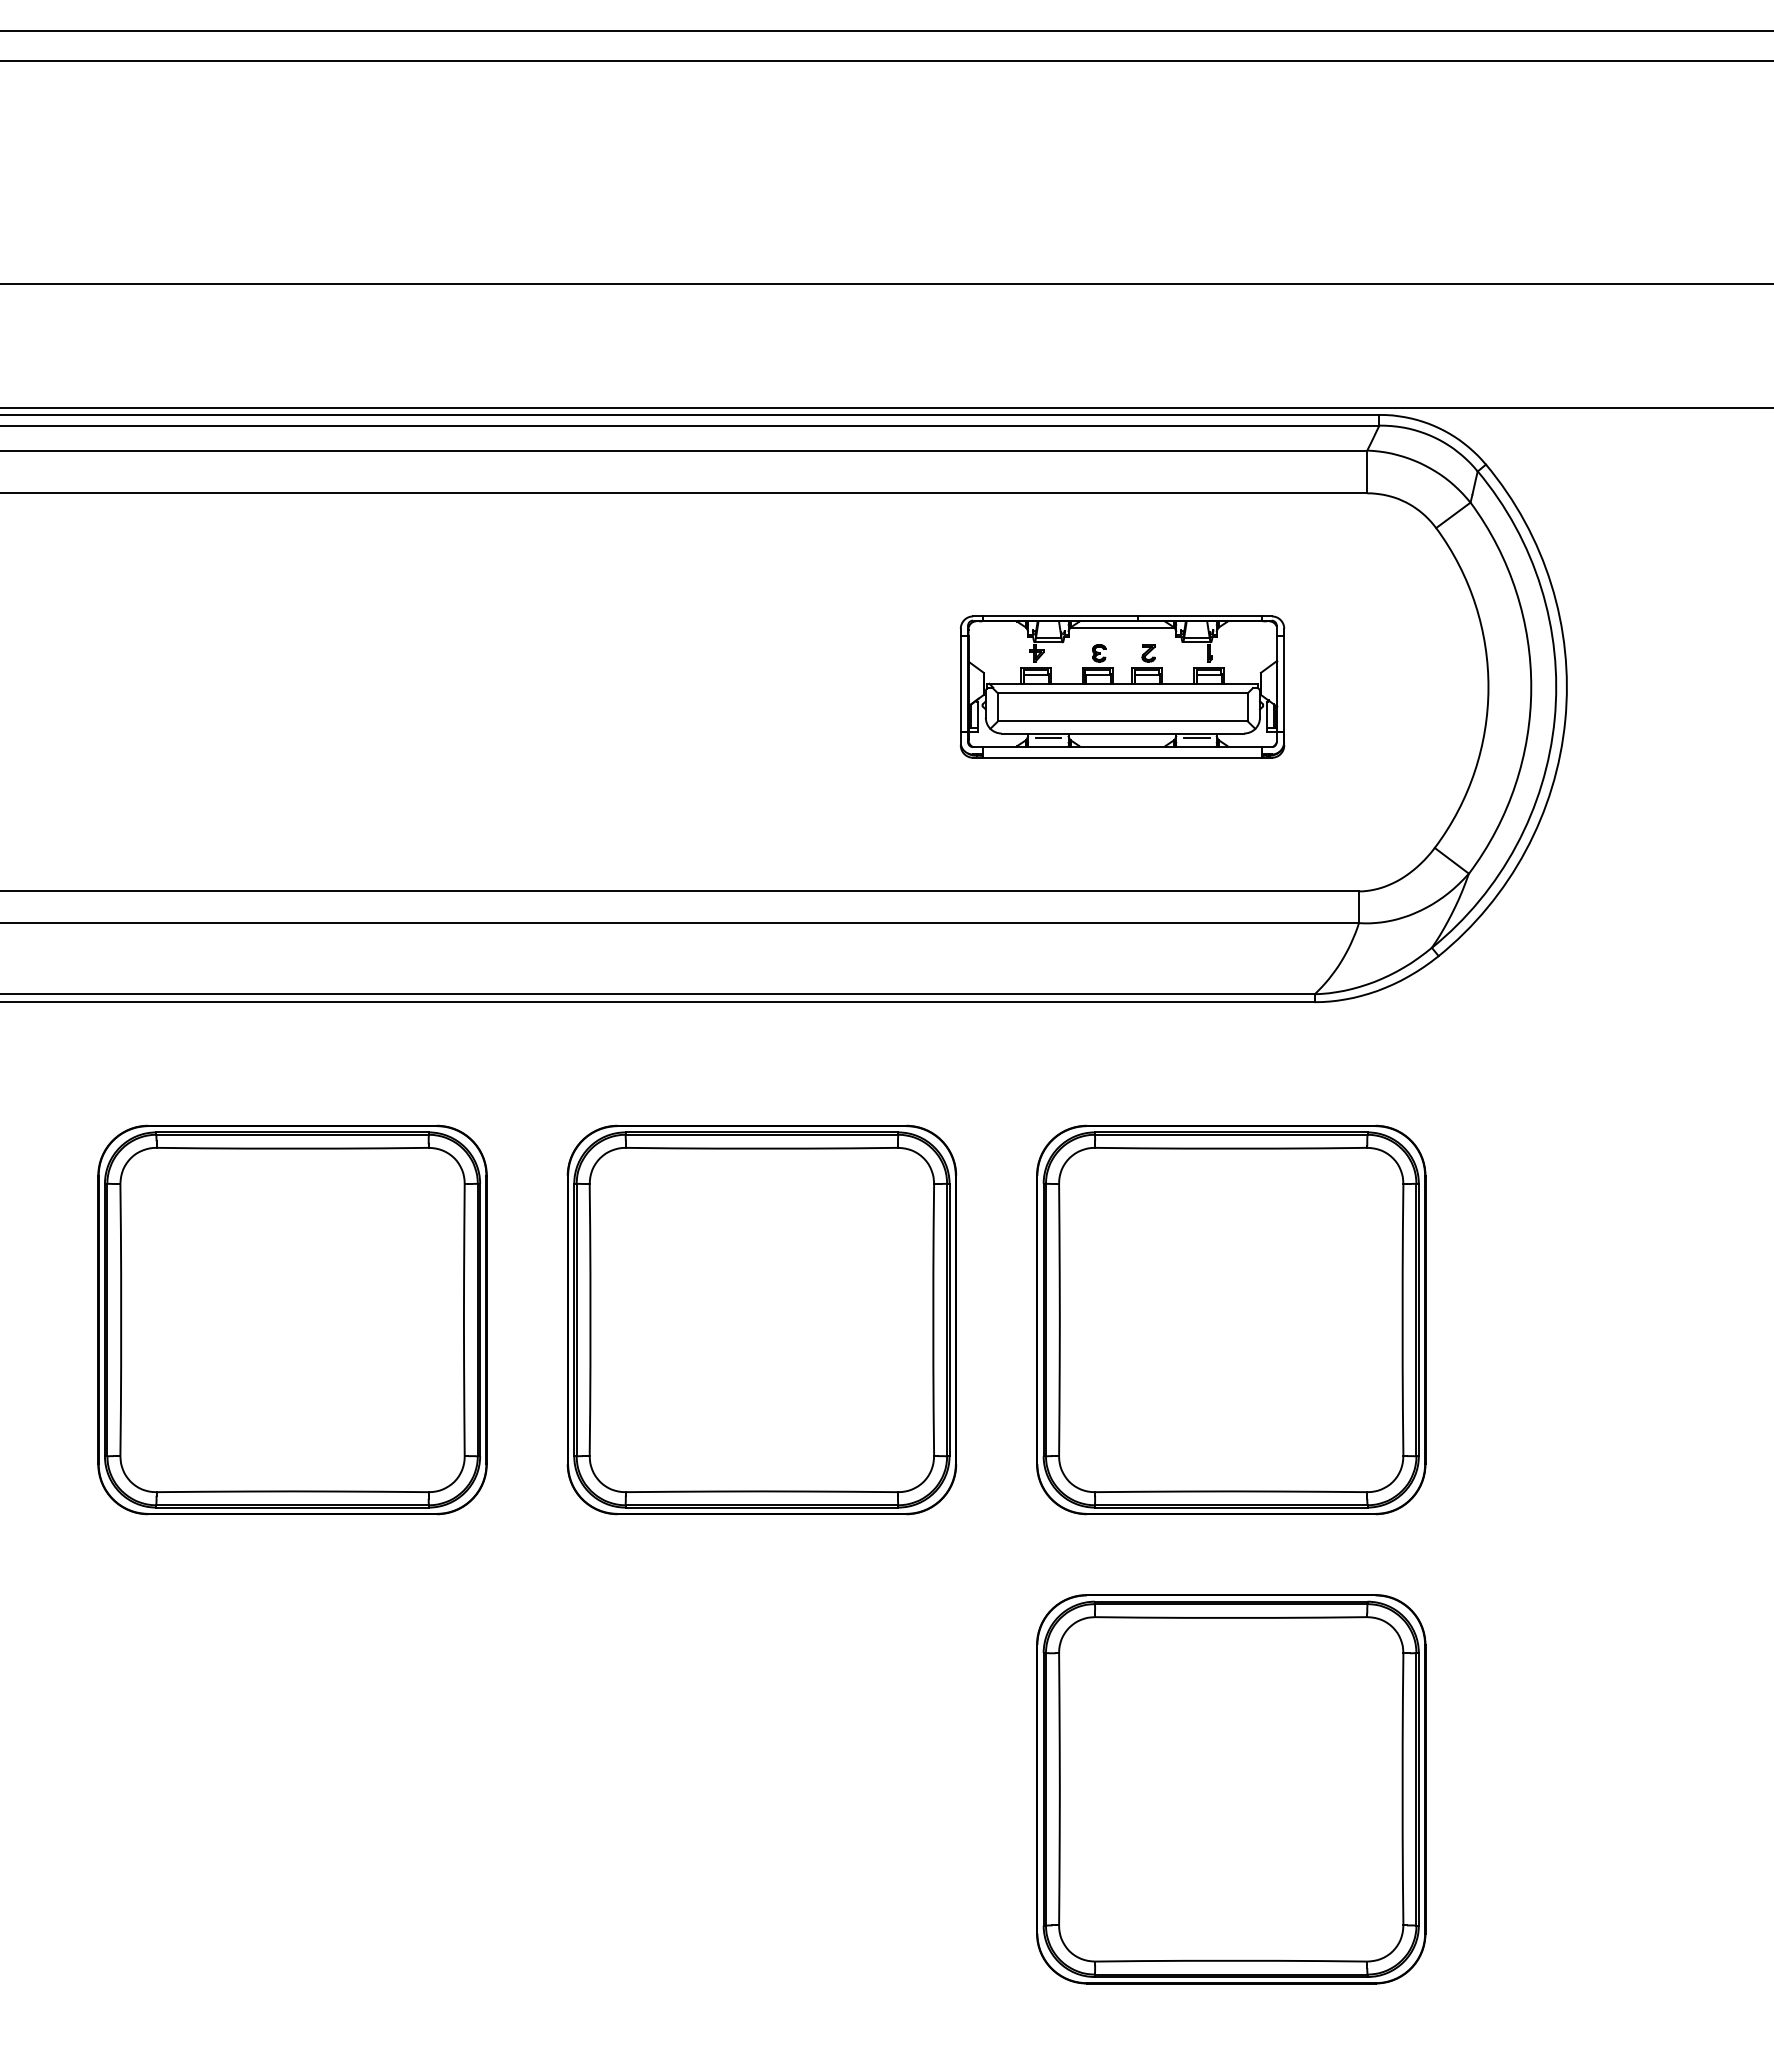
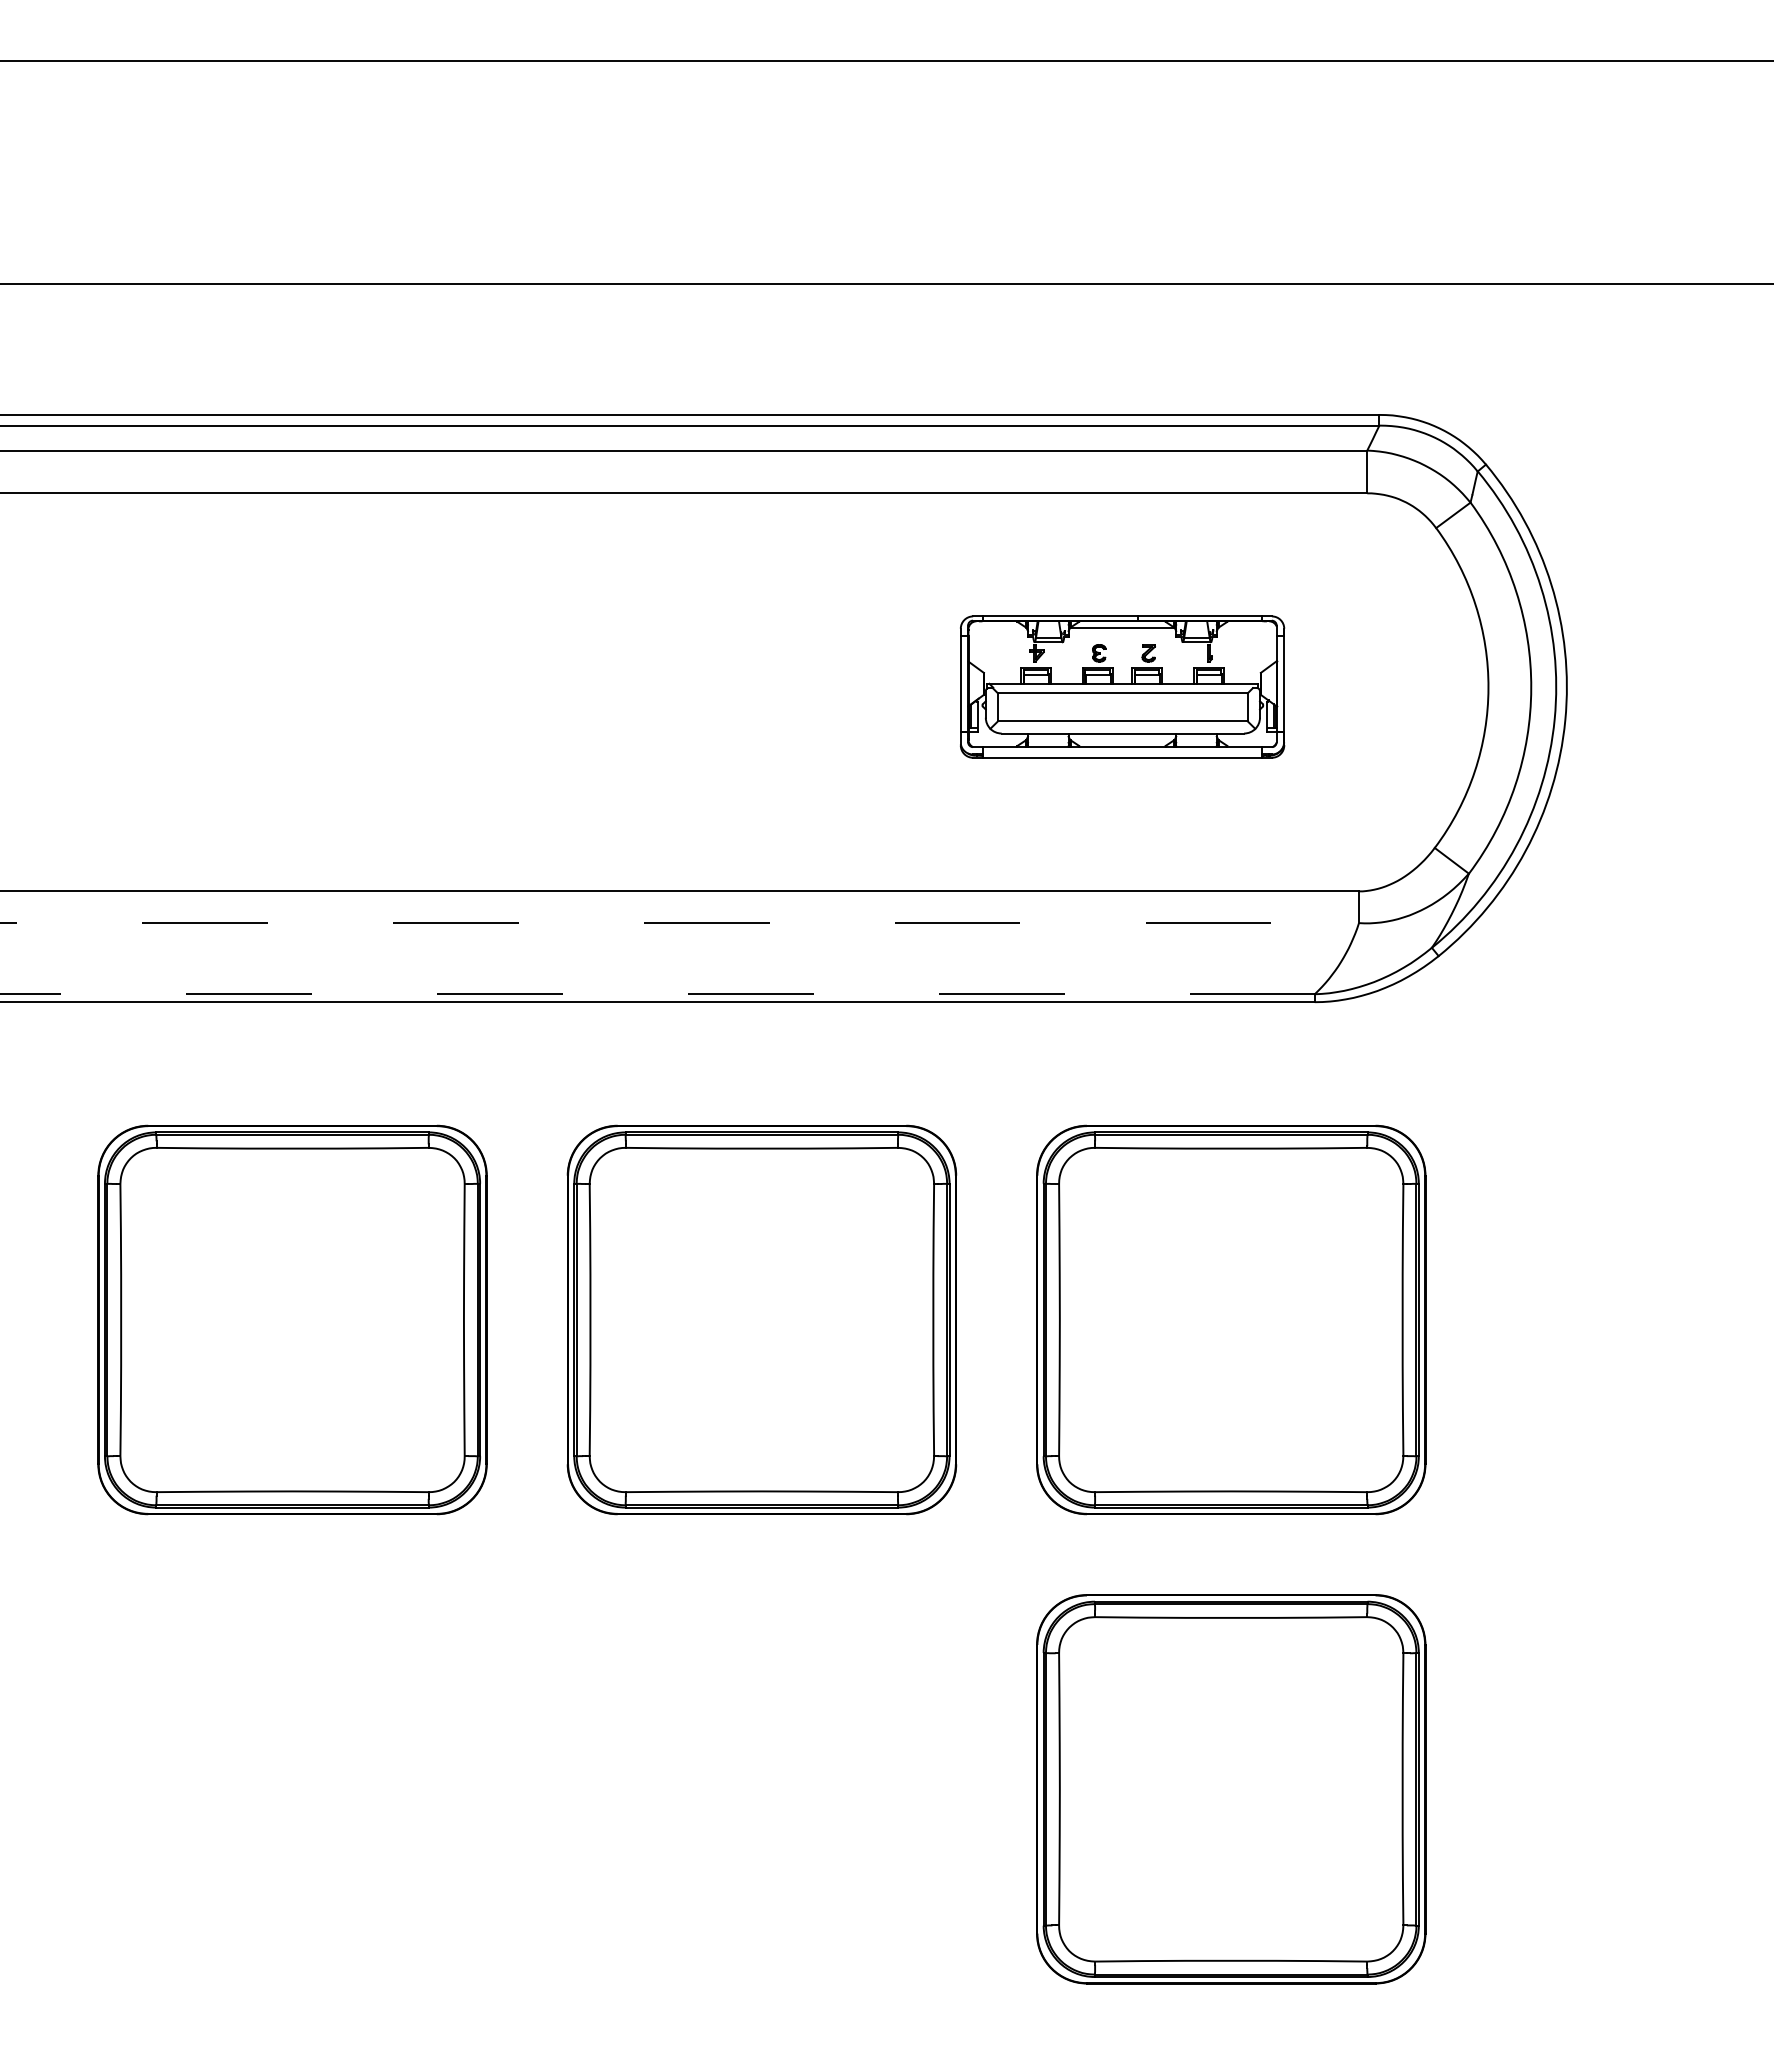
line at (886, 31): present -> none
line at (886, 408): present -> none
line at (1048, 738): present -> none
line at (1196, 738): present -> none
line at (680, 923): solid -> dashed
line at (657, 994): solid -> dashed
